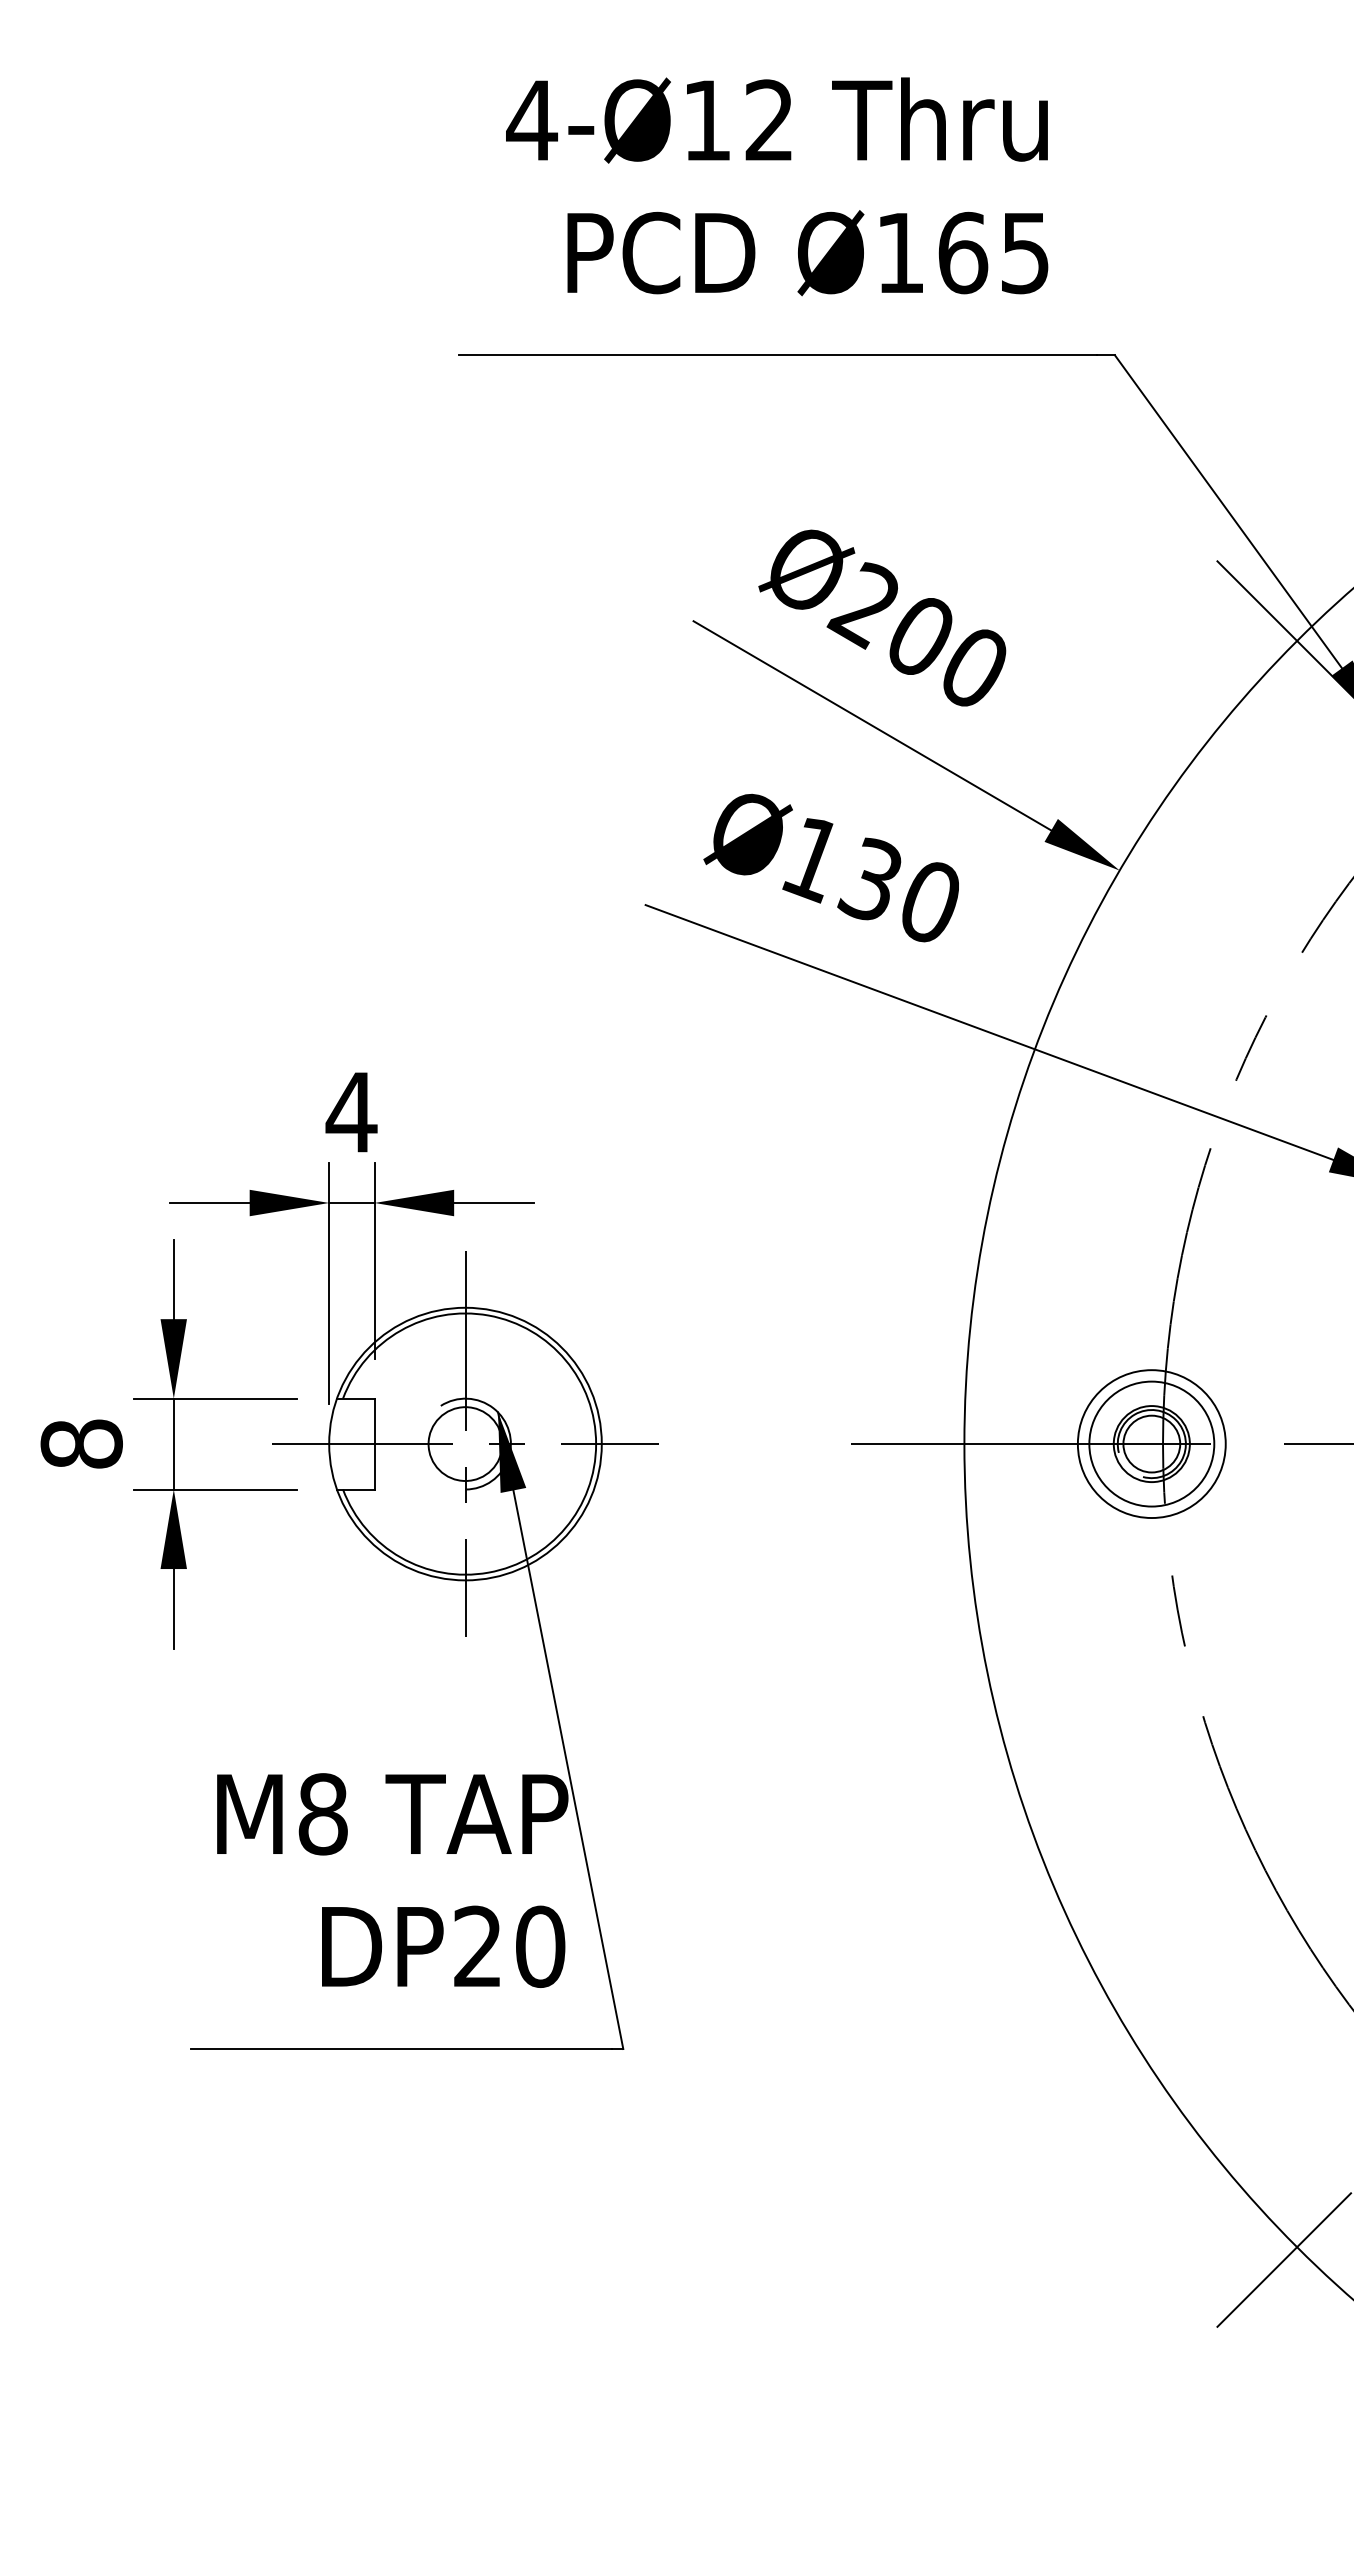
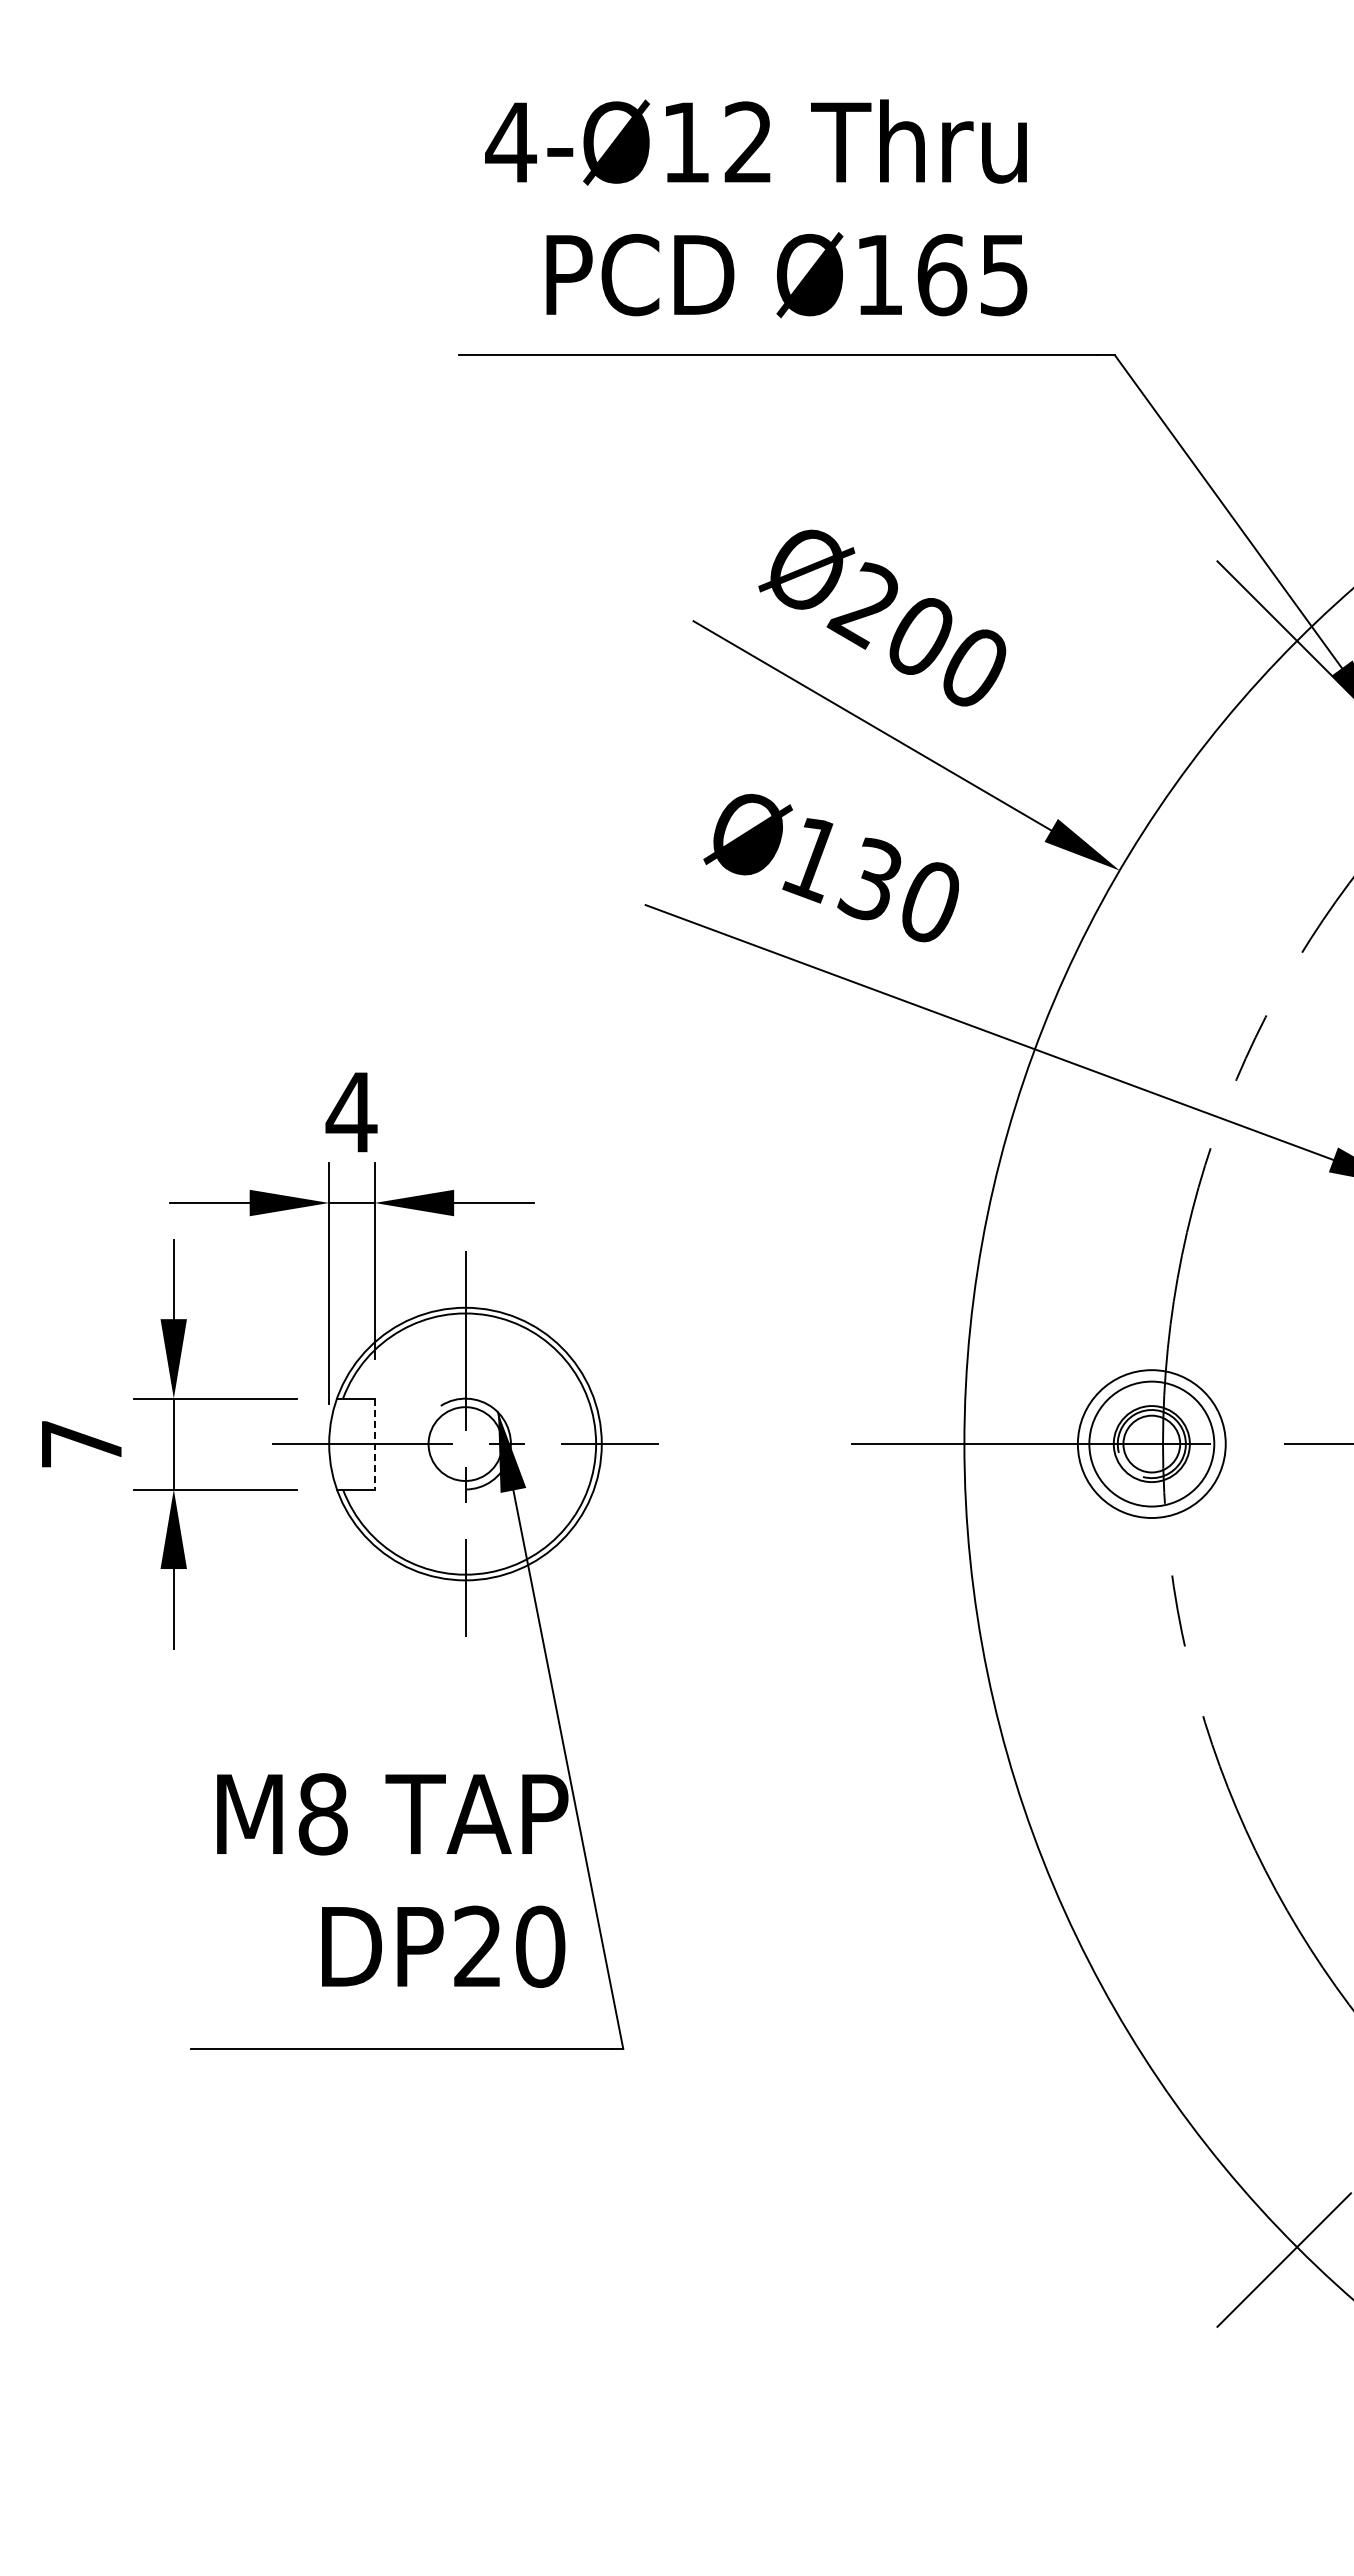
text at (777, 186) position: (777, 186) -> (756, 208)
text at (81, 1443): 8 -> 7
line at (374, 1444): solid -> dashed
